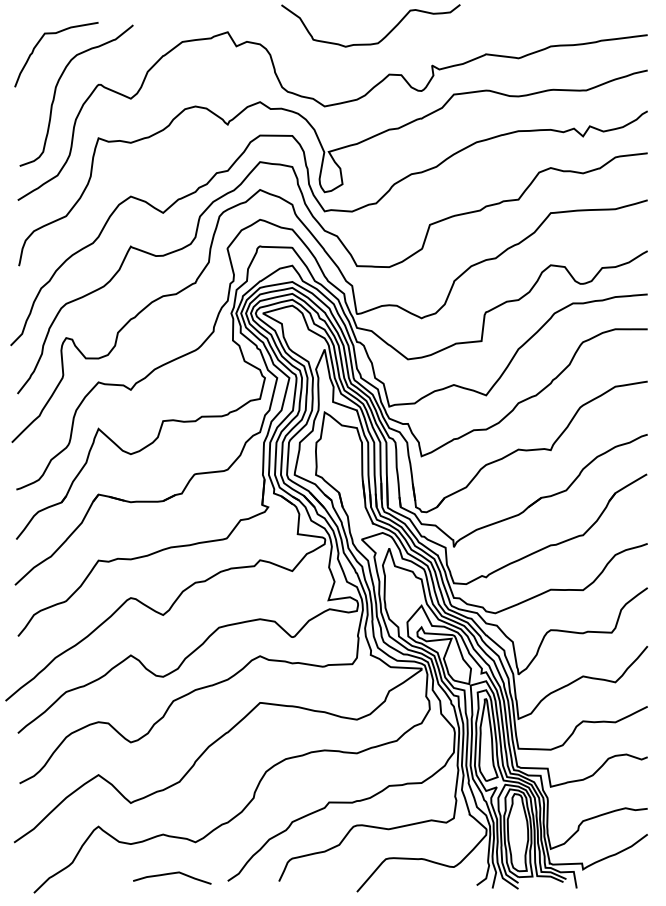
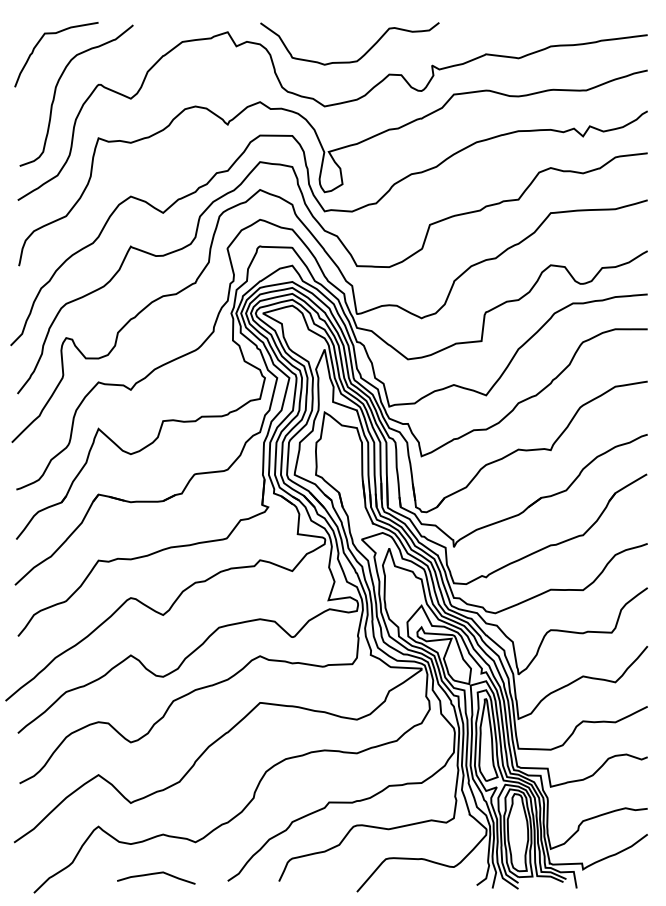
curve at (379, 40) position: (379, 40) -> (358, 58)
curve at (172, 874) position: (172, 874) -> (156, 874)
